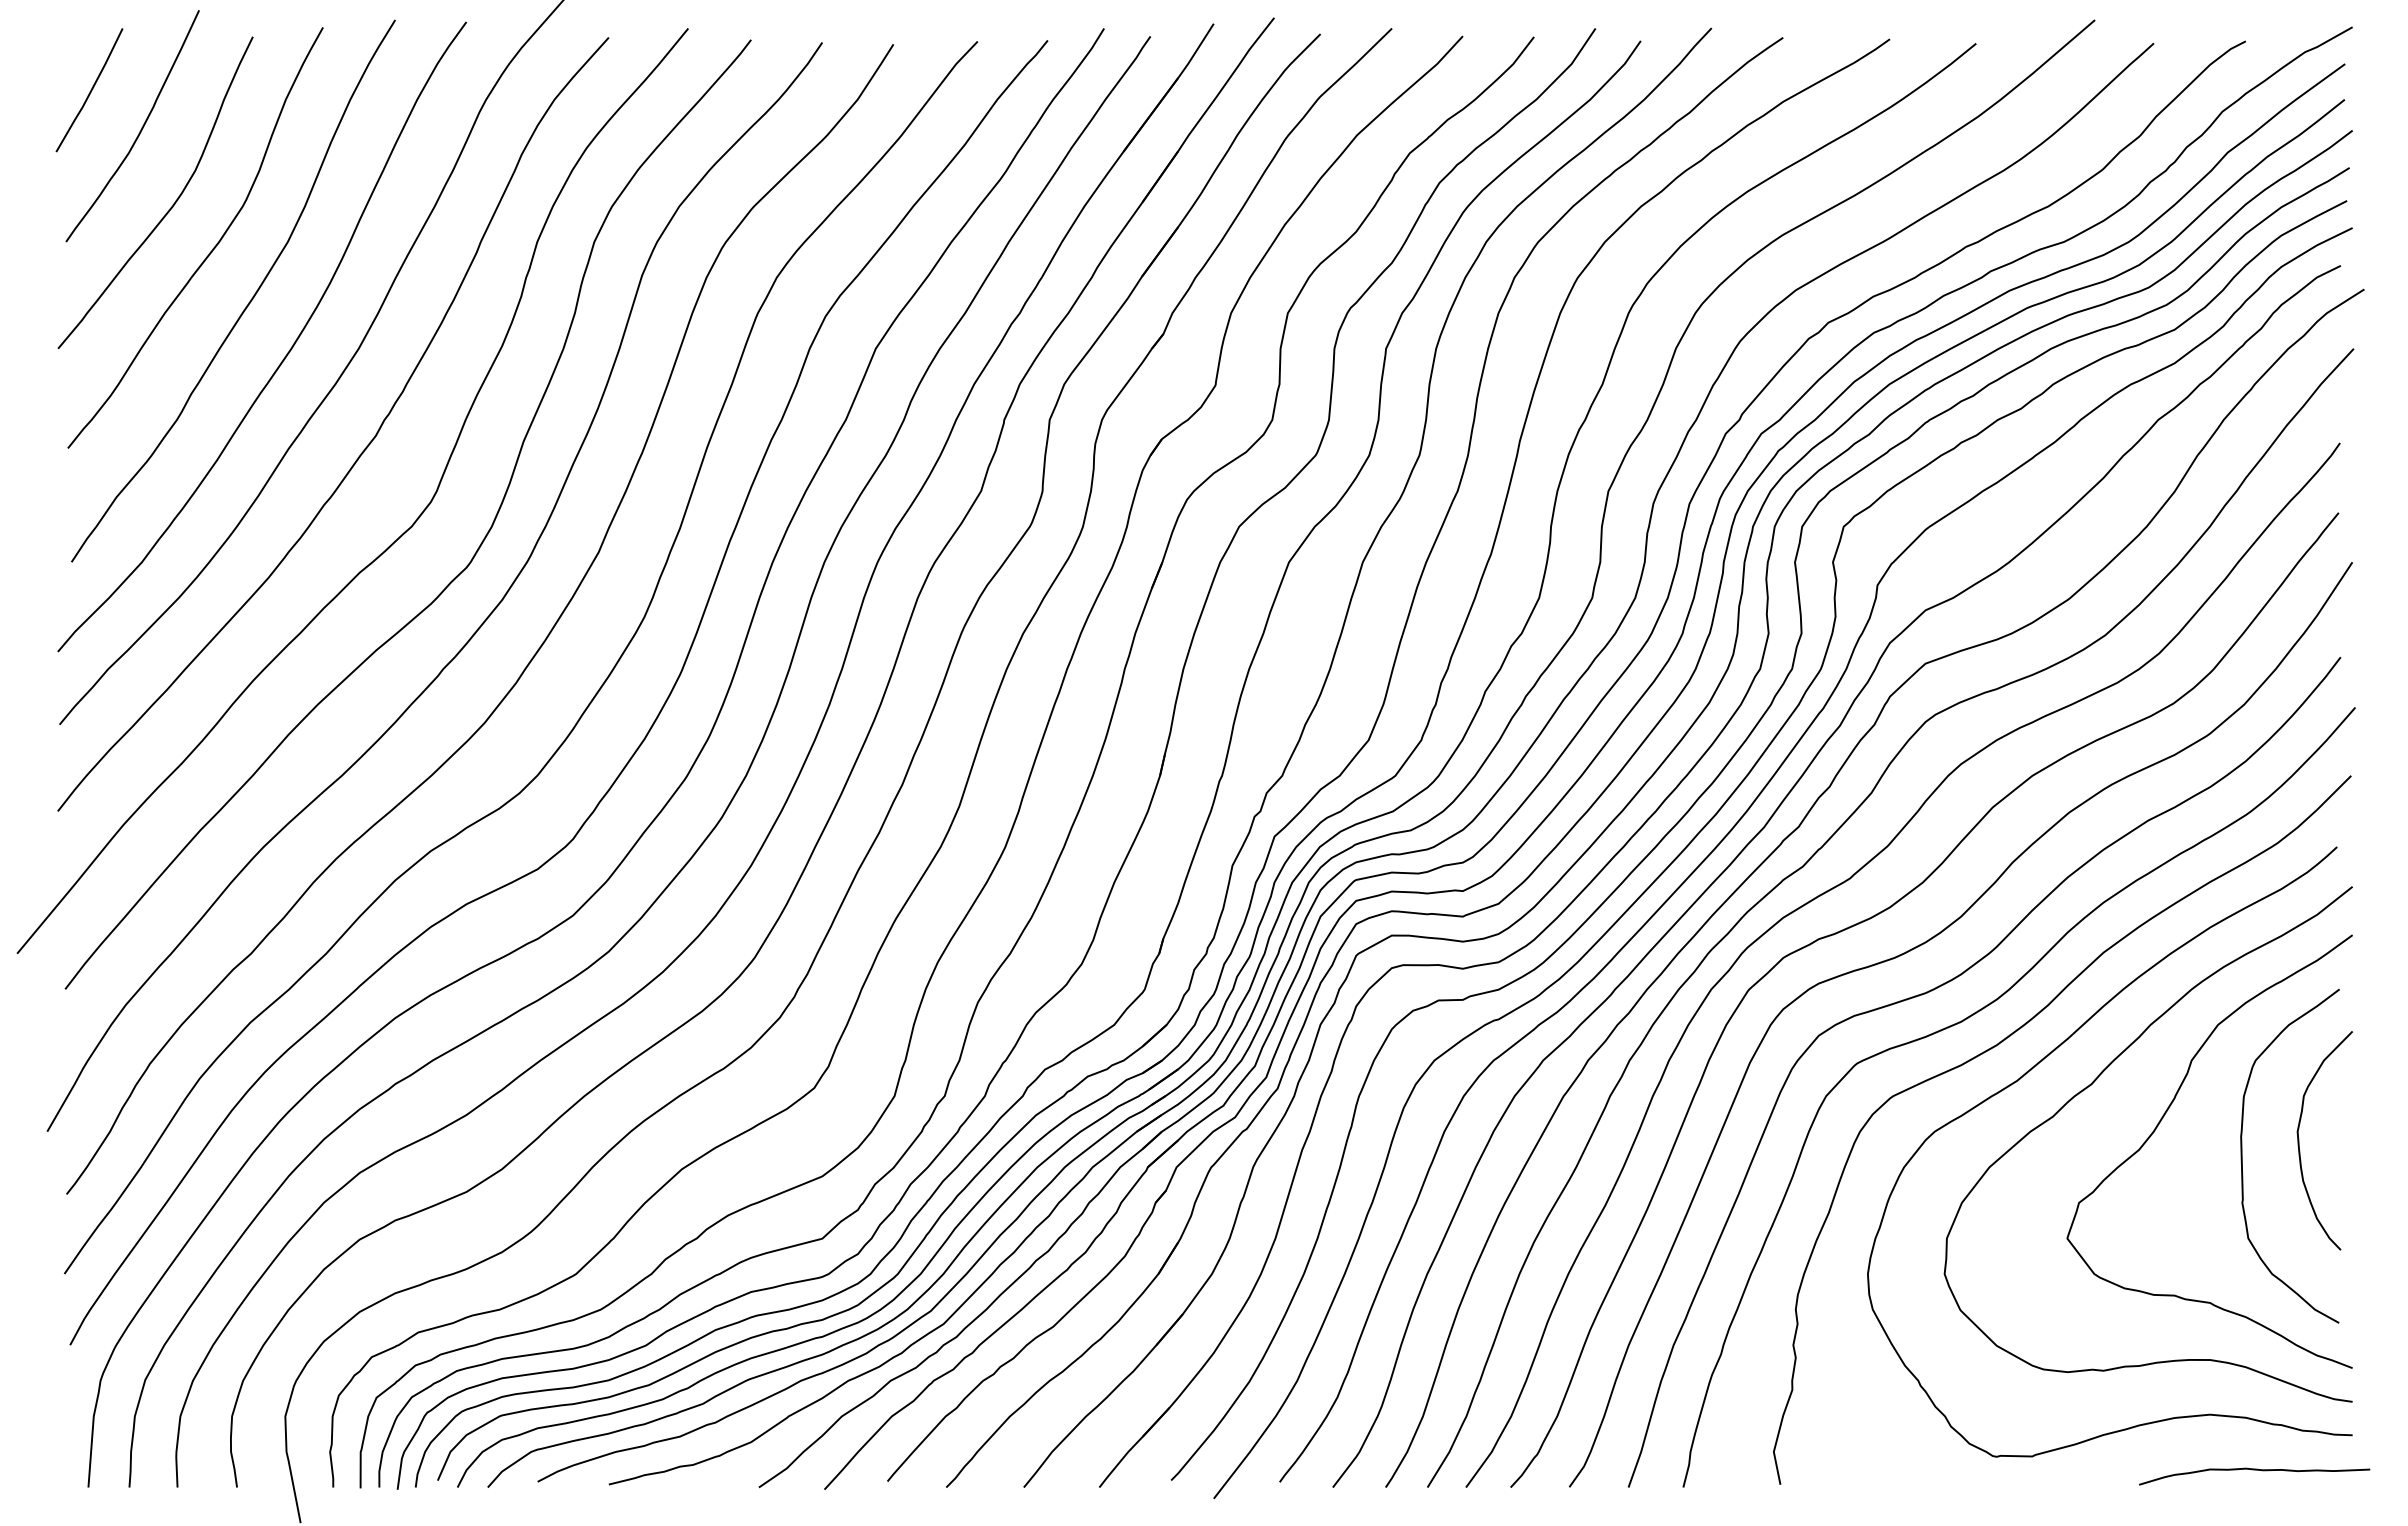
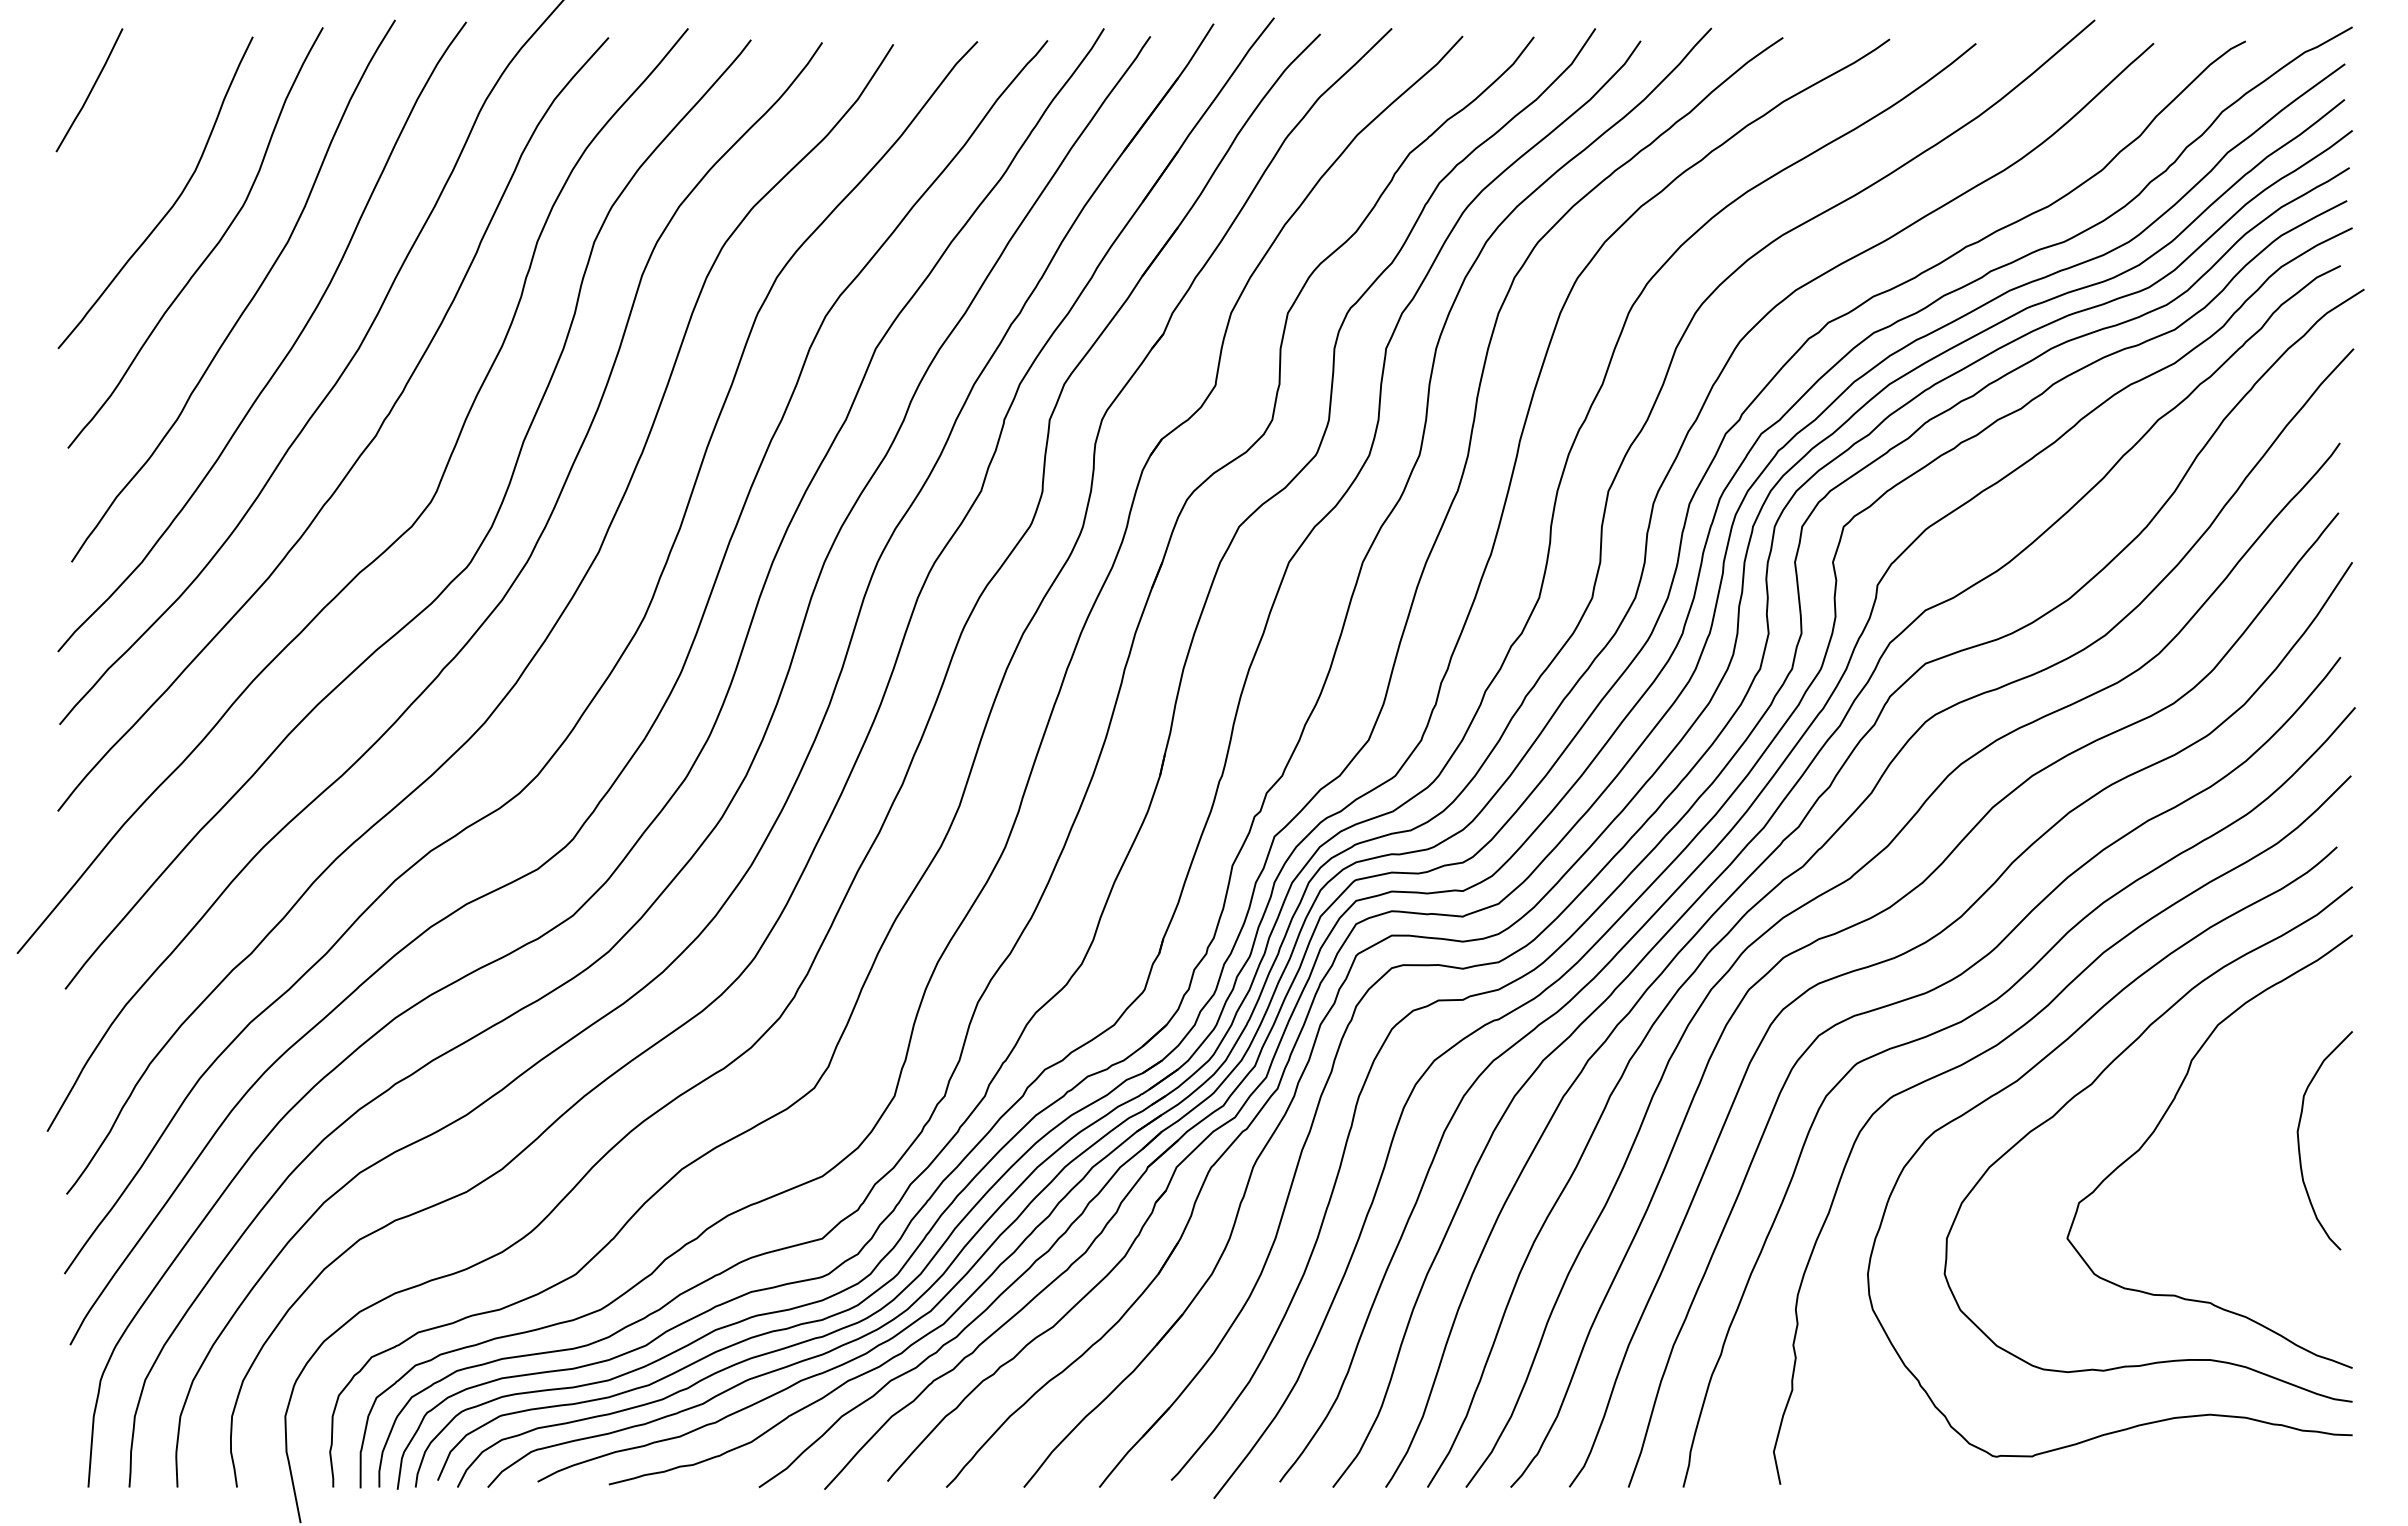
curve at (140, 129): present -> none
curve at (2242, 1156): present -> none
curve at (2254, 1470): present -> none
